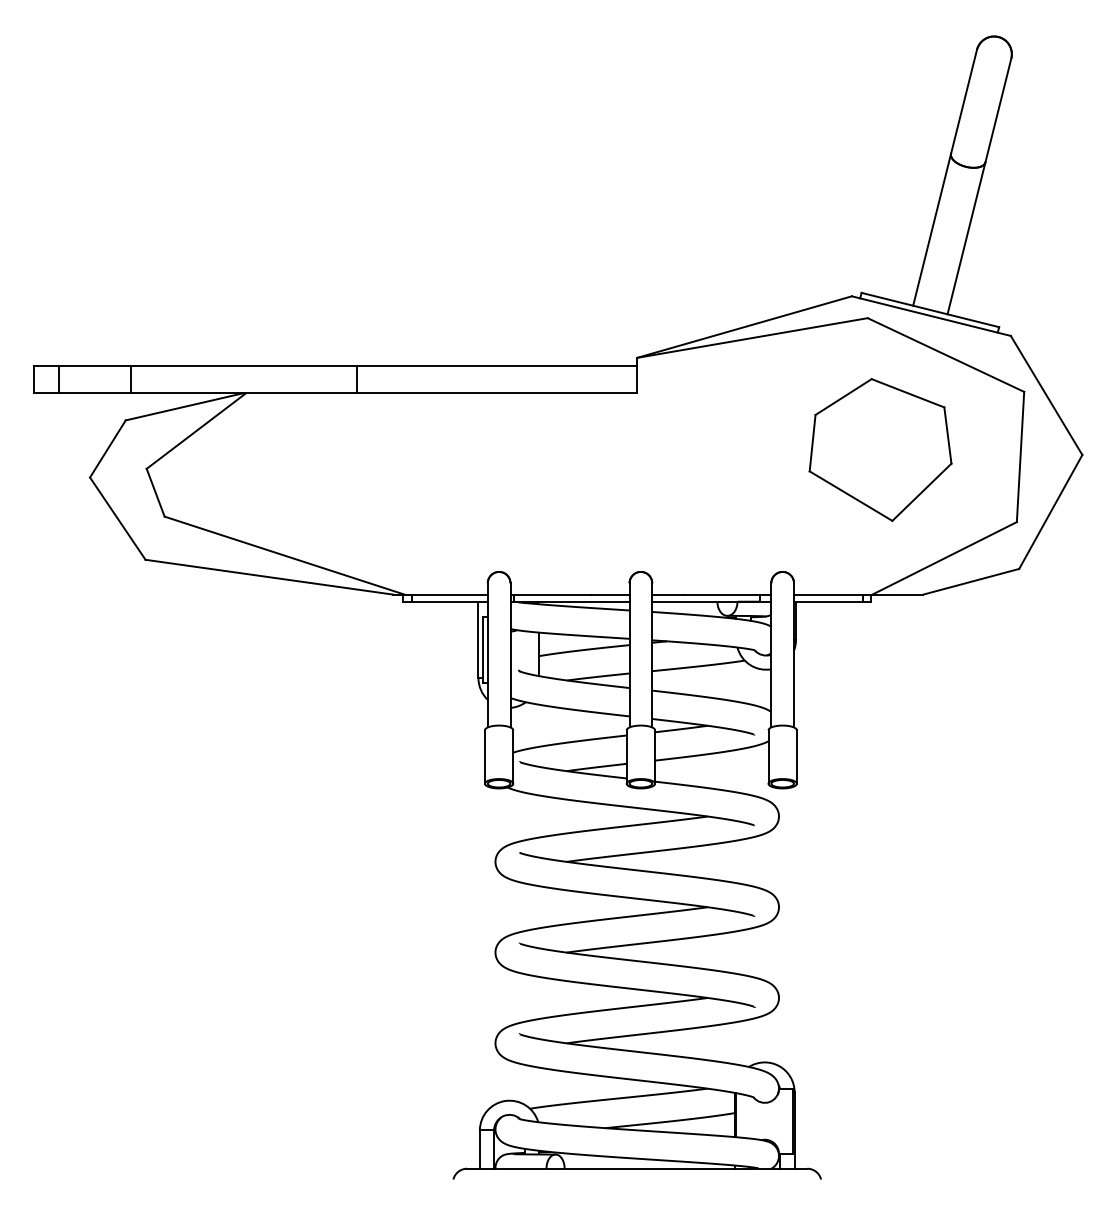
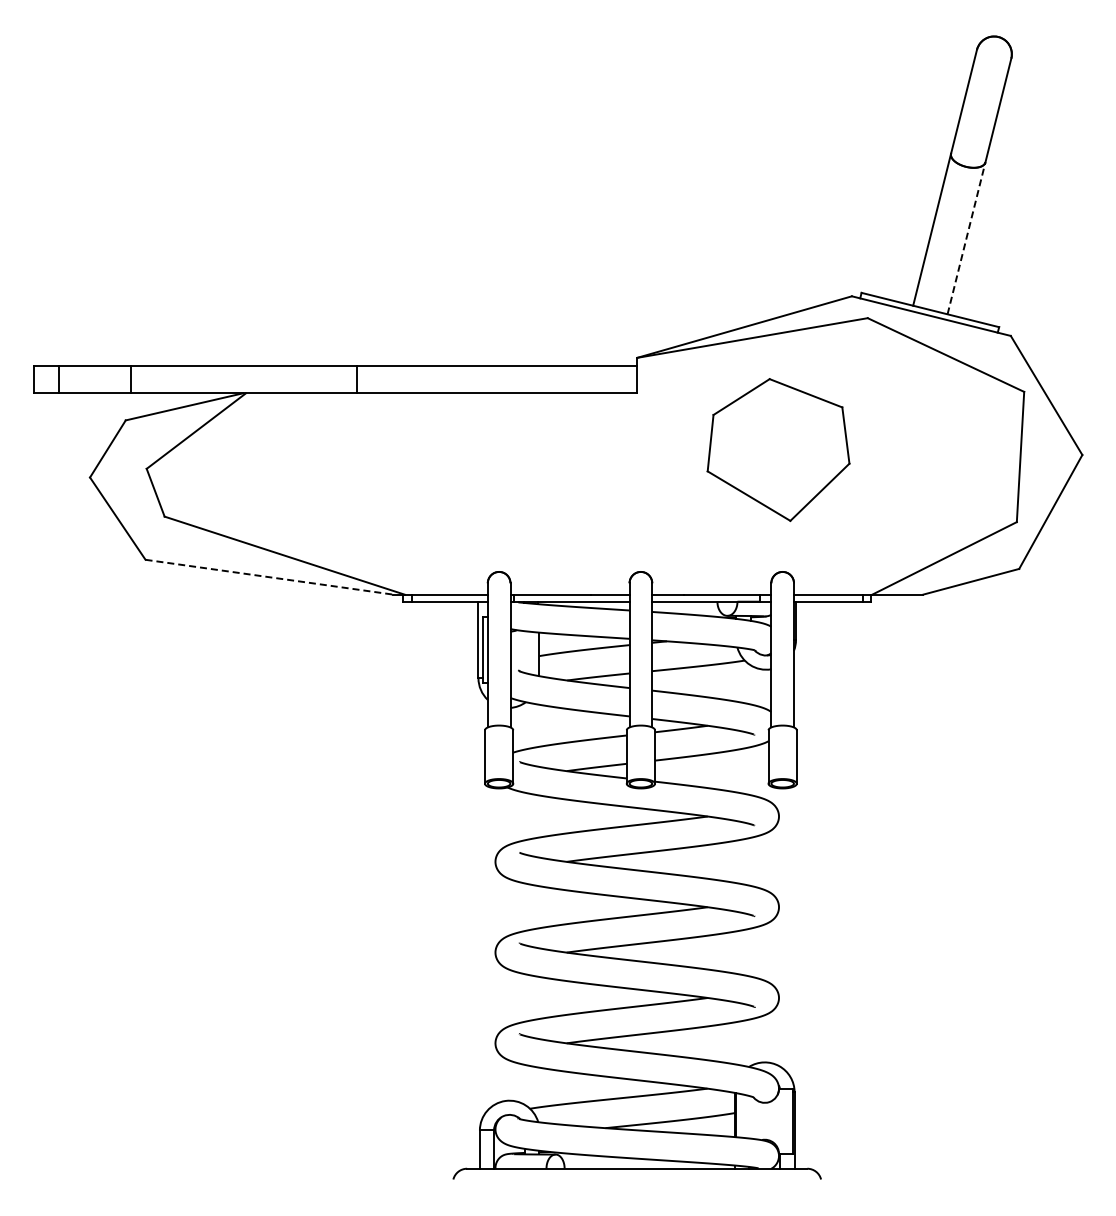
line at (966, 237): solid -> dashed
part at (880, 449) position: (880, 449) -> (778, 449)
line at (269, 577): solid -> dashed
